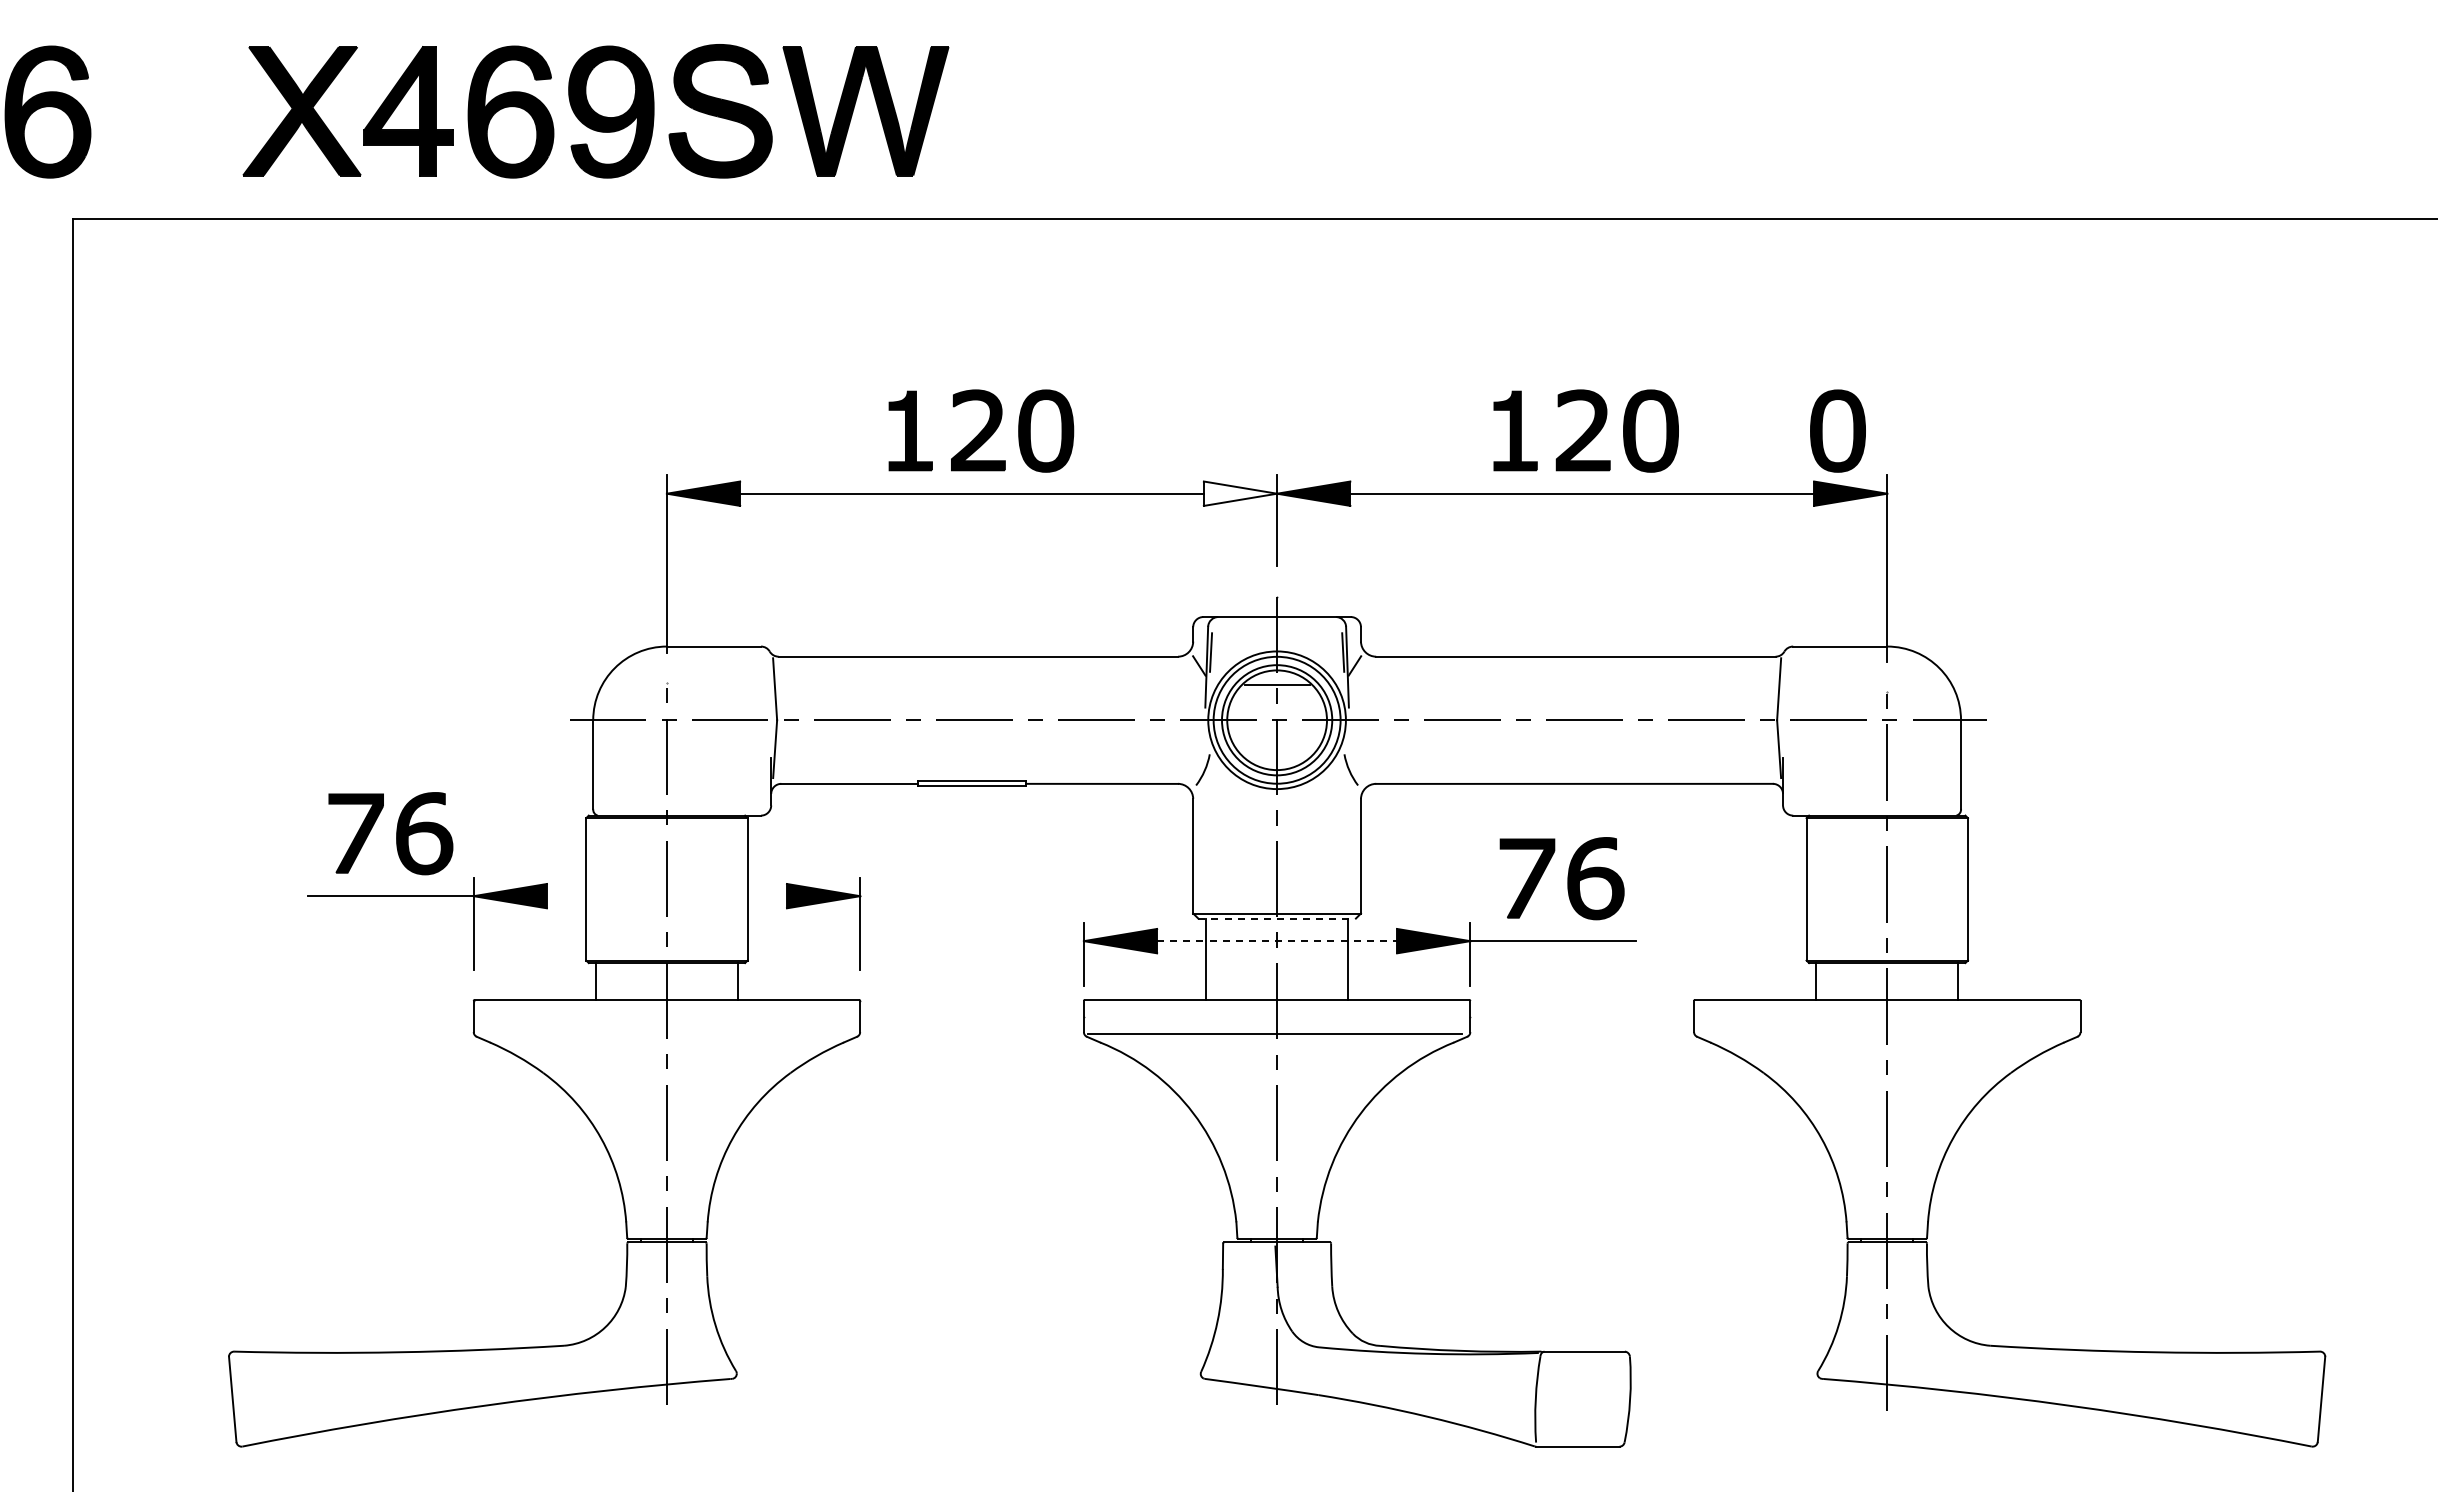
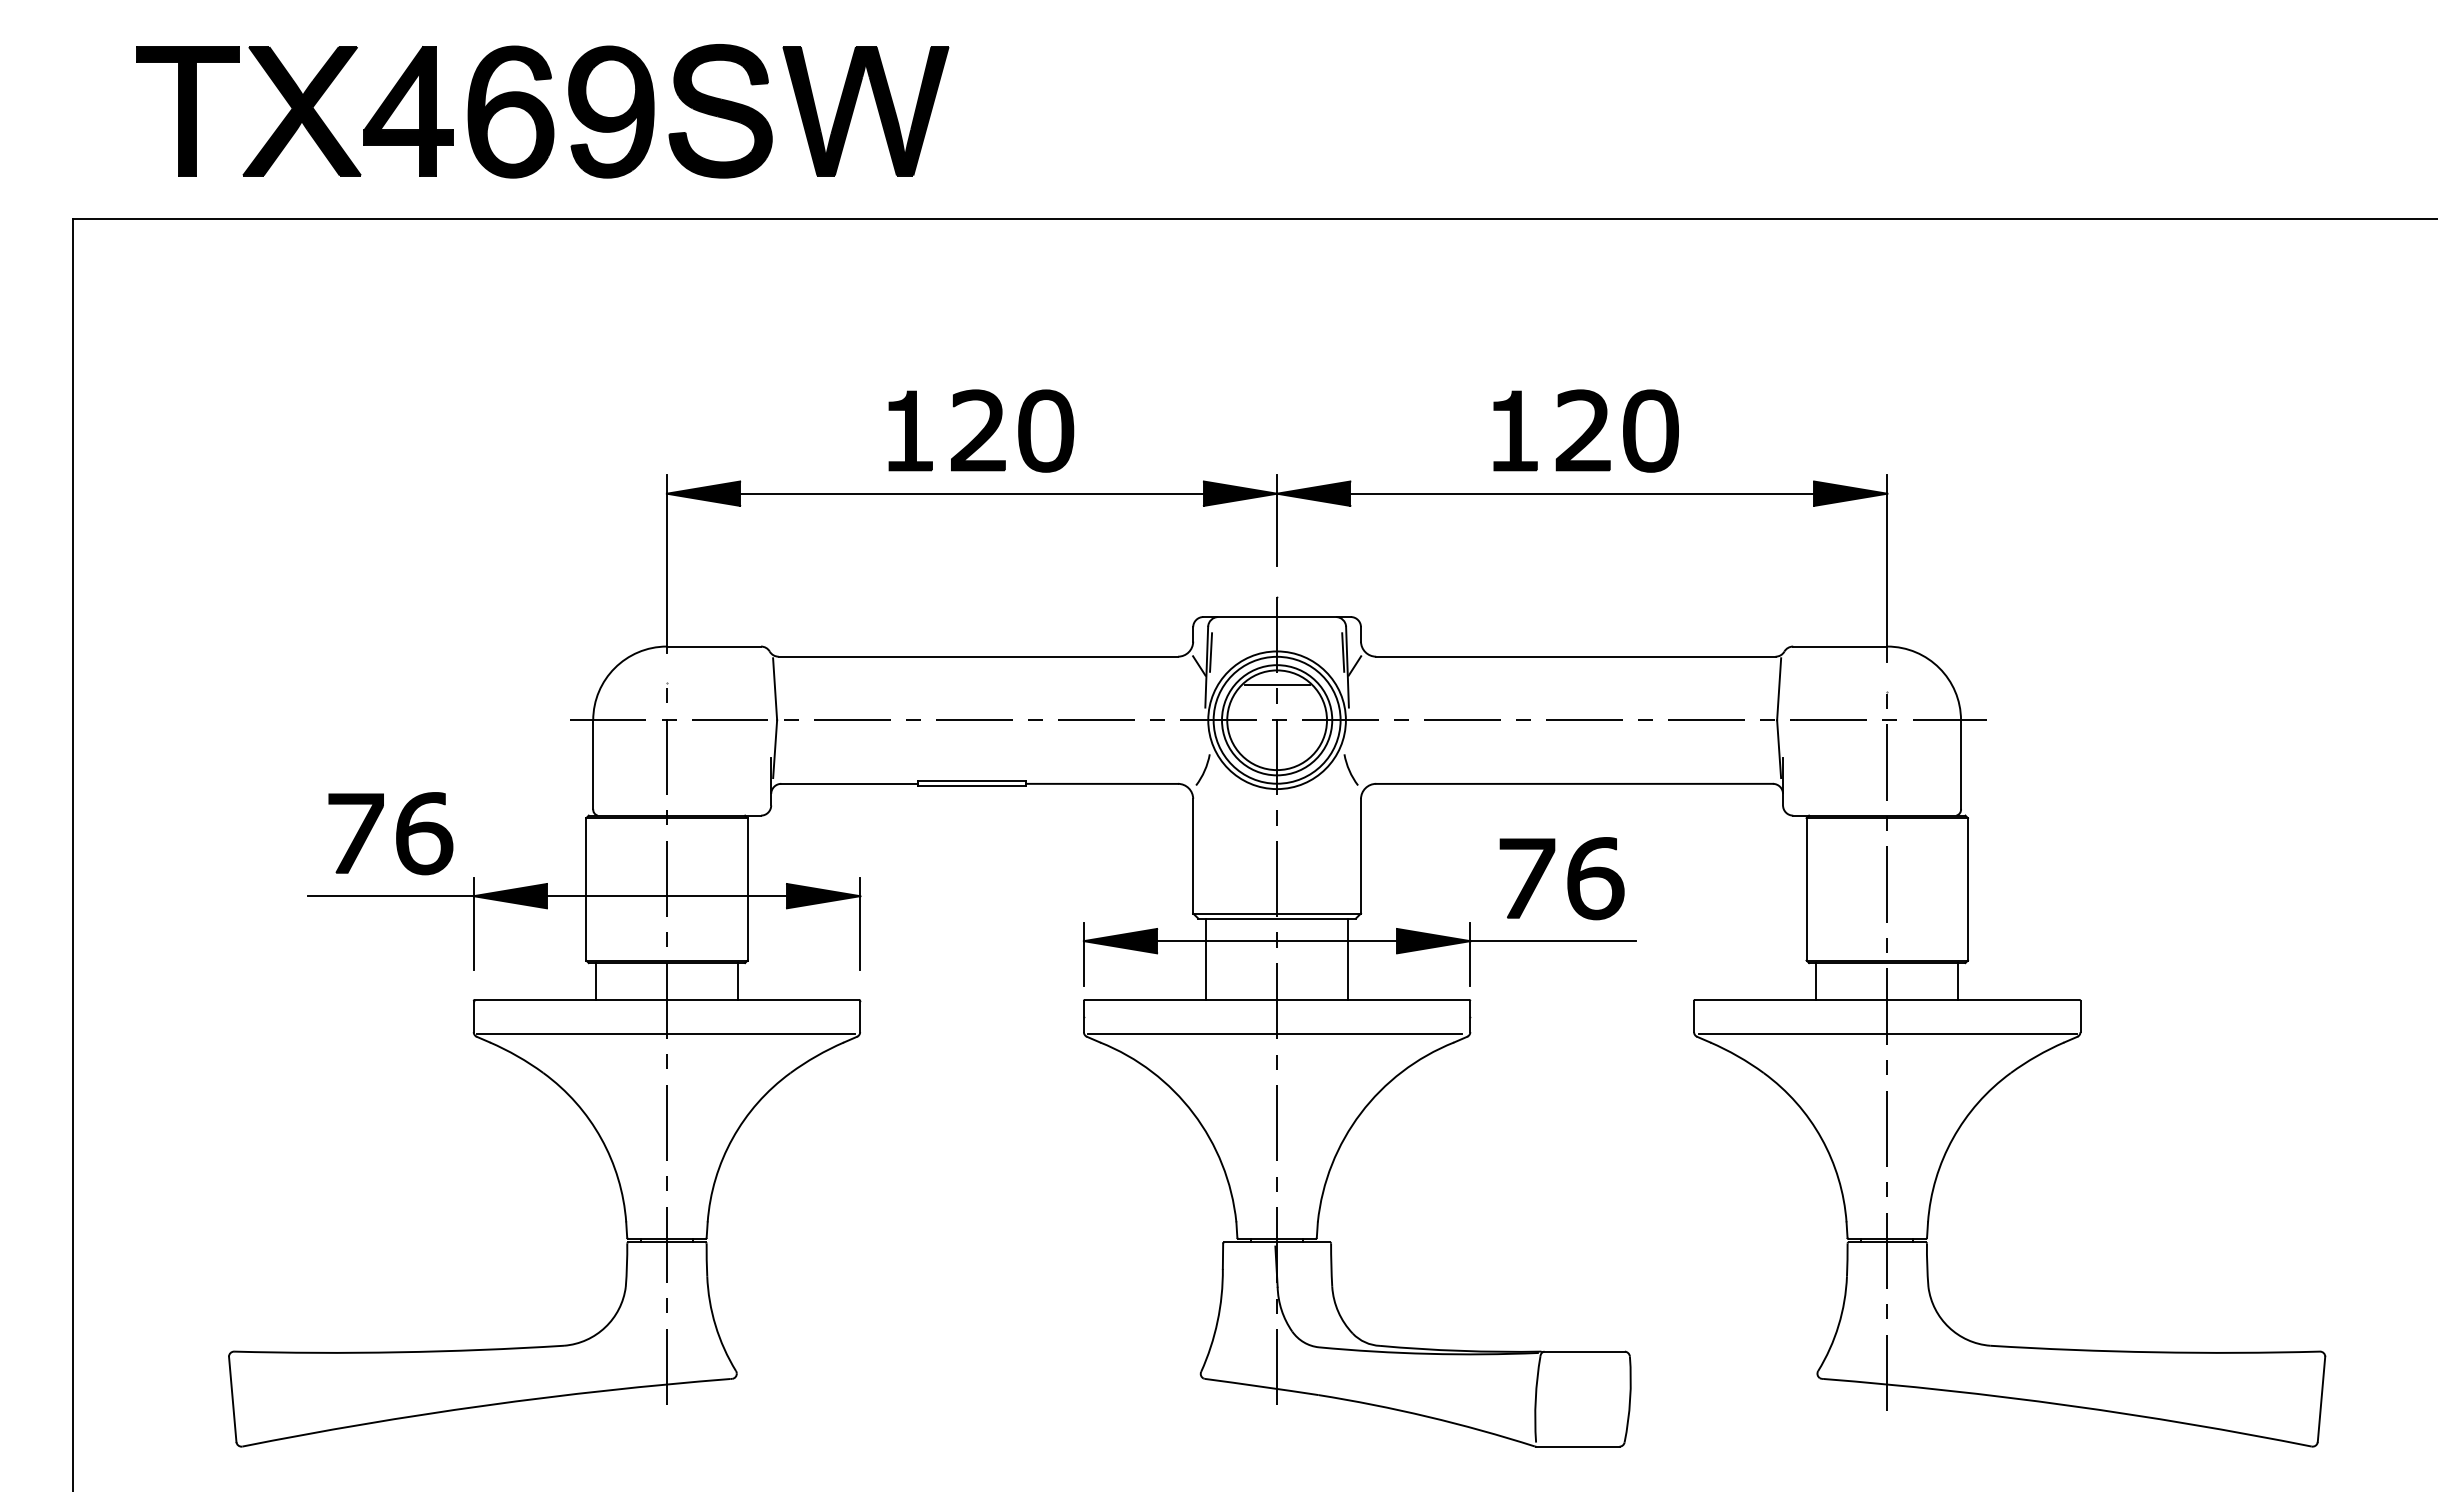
part at (47, 111): present -> none
part at (187, 111): none -> present
part at (1837, 430): present -> none
fill at (1240, 493): none -> present
line at (666, 896): none -> present
line at (1277, 918): dashed -> solid
line at (1277, 941): dashed -> solid
line at (665, 1033): none -> present
line at (1887, 1033): none -> present
